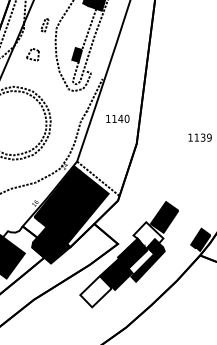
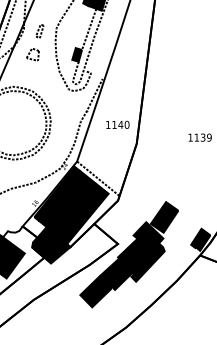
part at (45, 25) position: (45, 25) -> (40, 31)
text at (117, 118) position: (117, 118) -> (117, 124)
fill at (145, 248): none -> present
fill at (95, 291): none -> present
